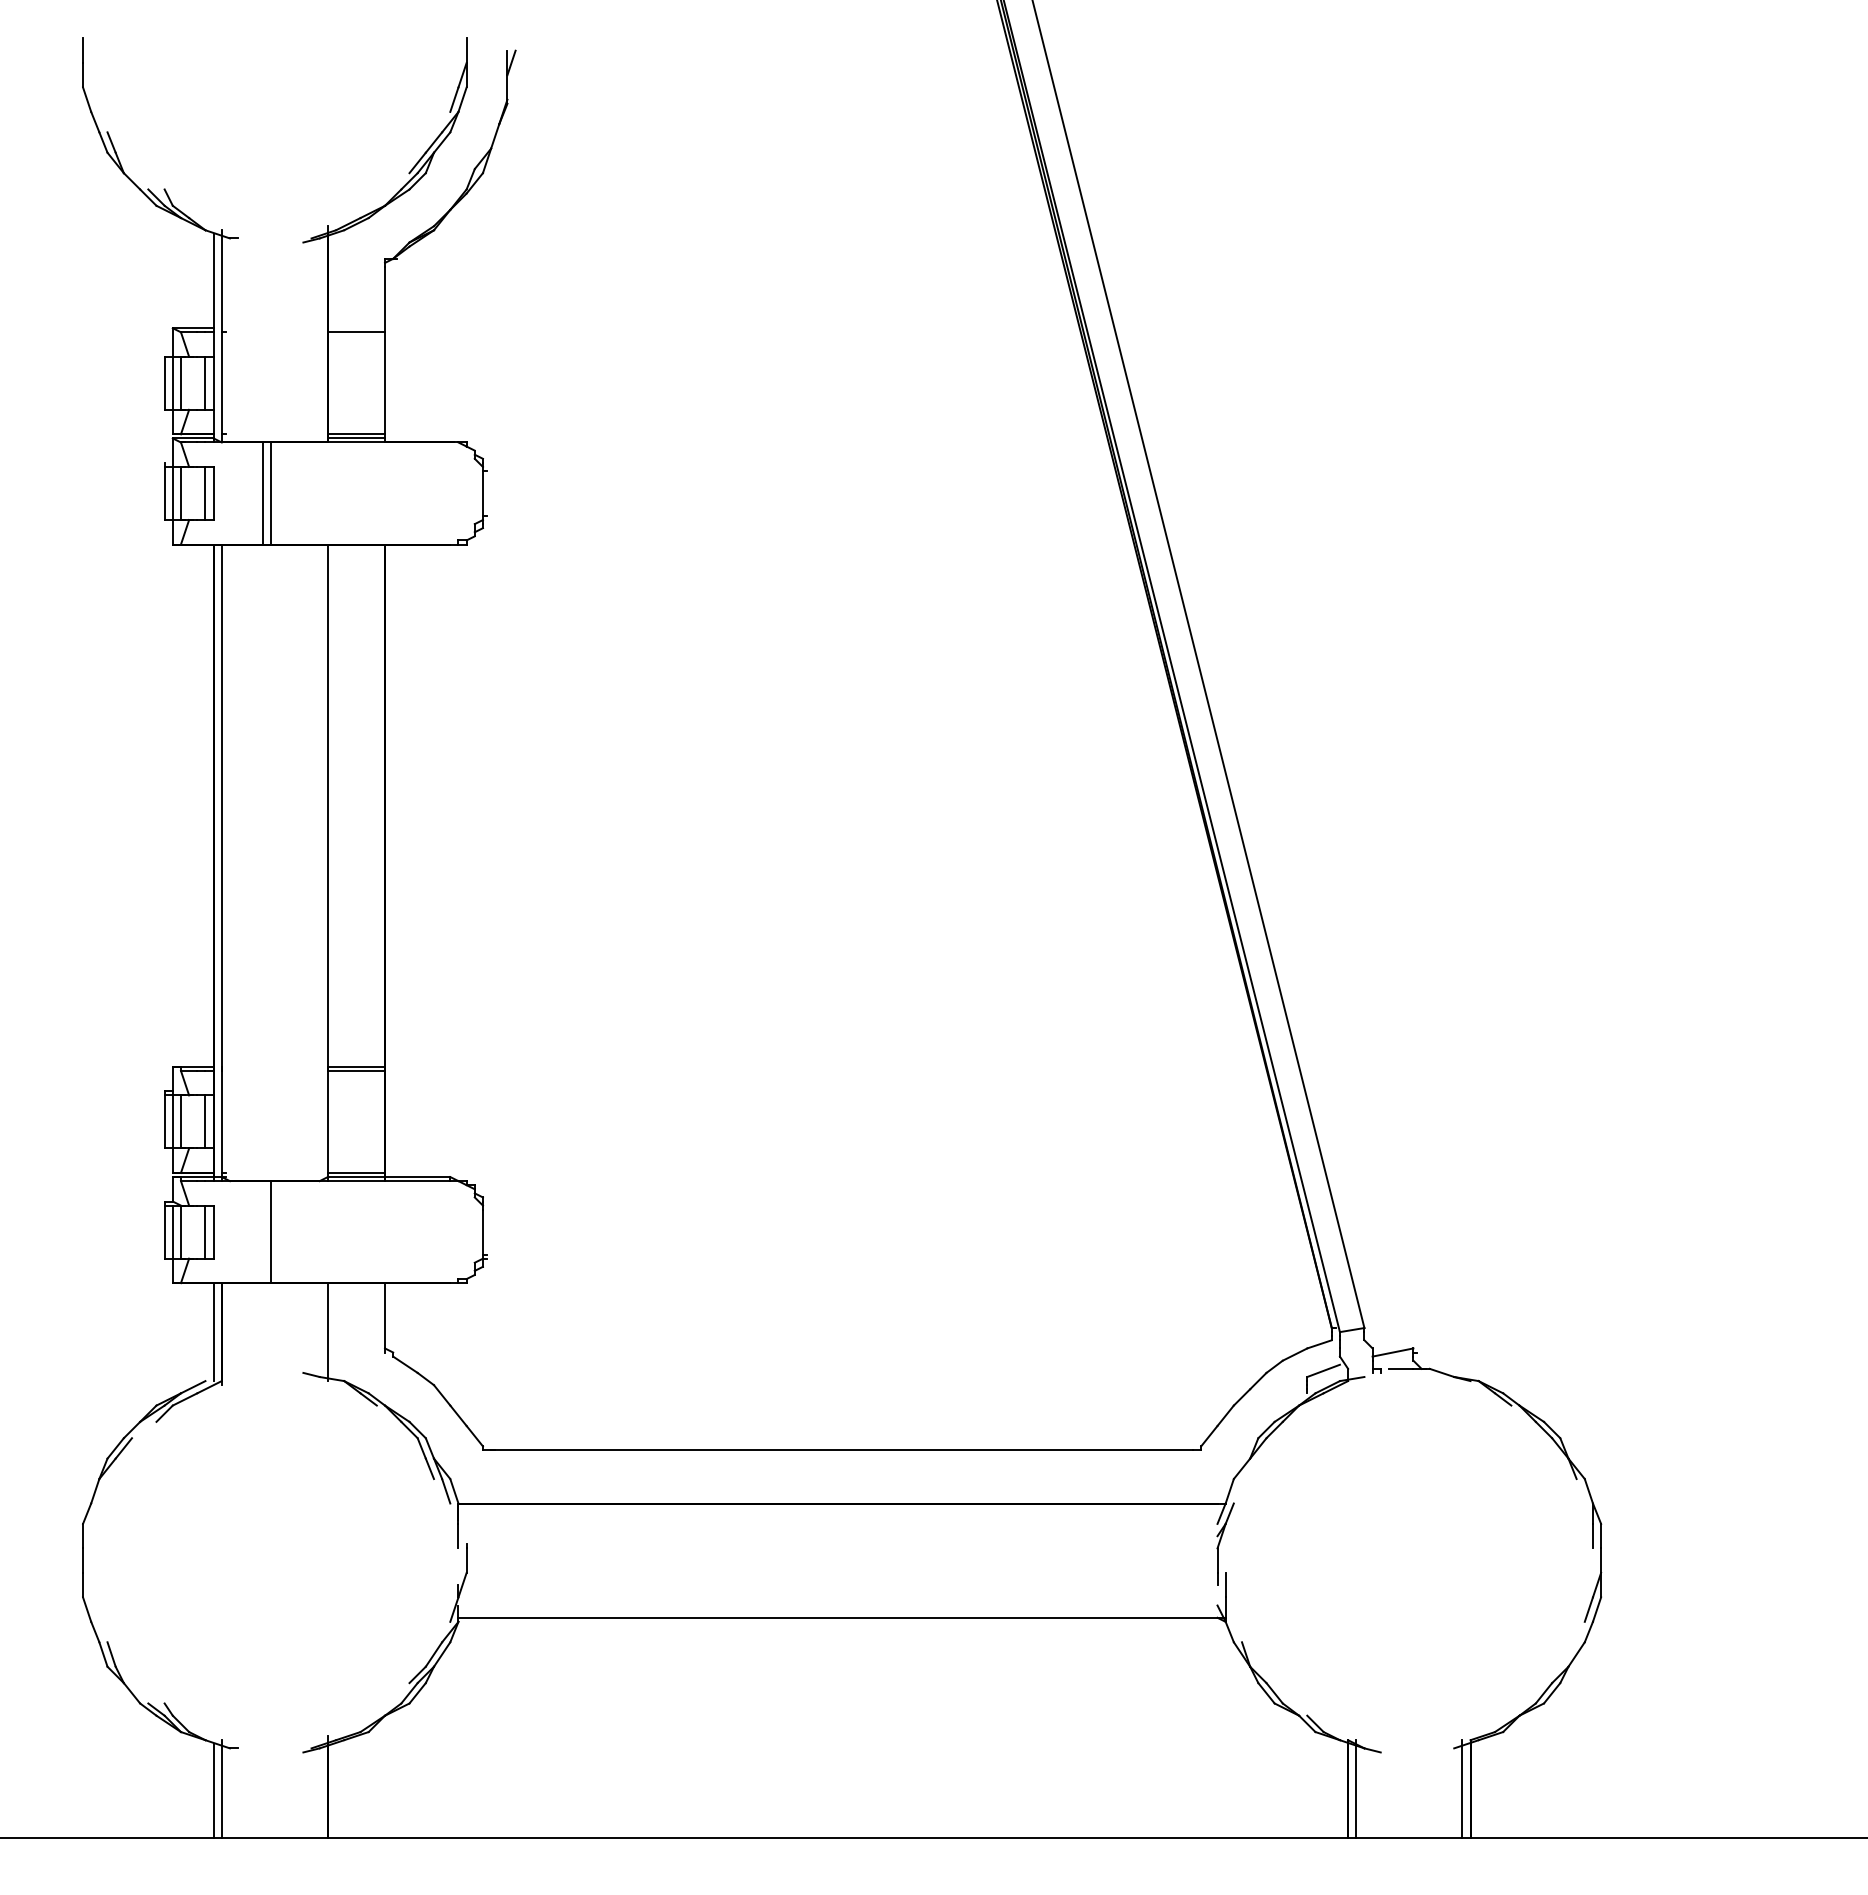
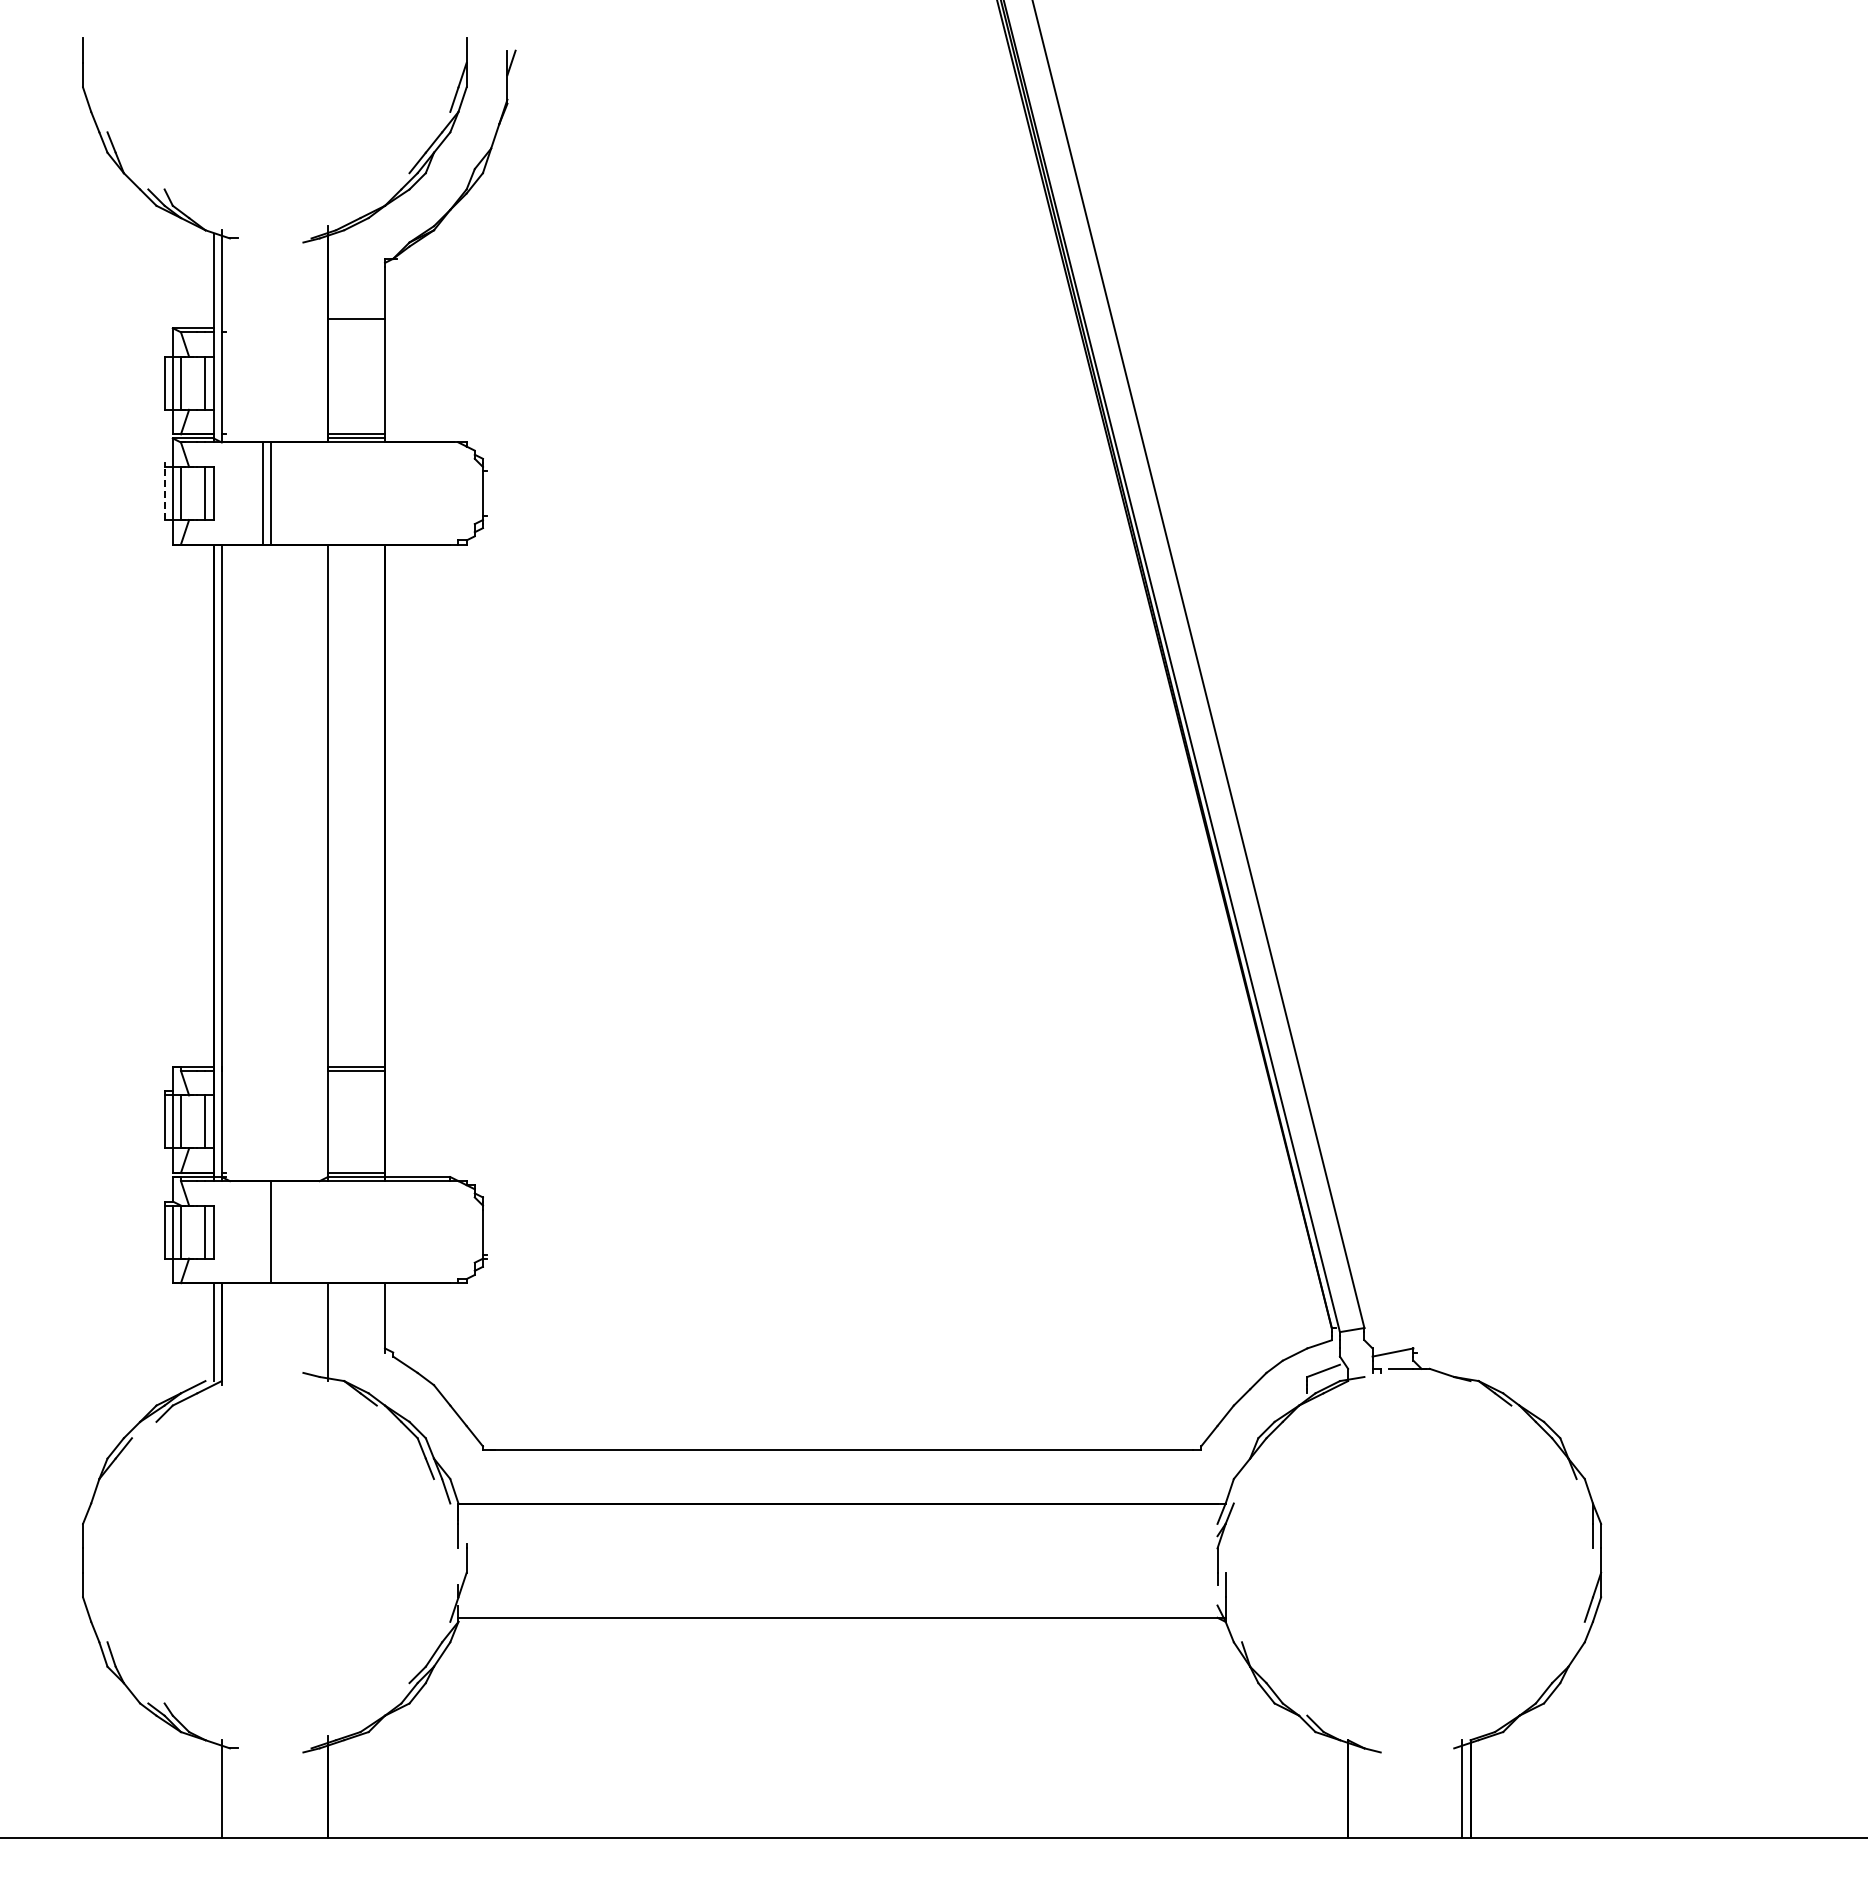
line at (356, 332) position: (356, 332) -> (356, 319)
line at (164, 493): solid -> dashed
line at (1356, 1789): present -> none
line at (213, 1791): present -> none
